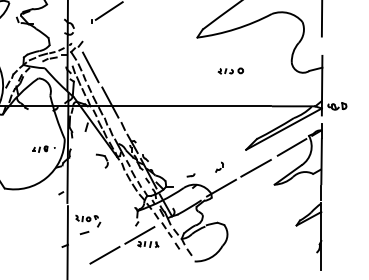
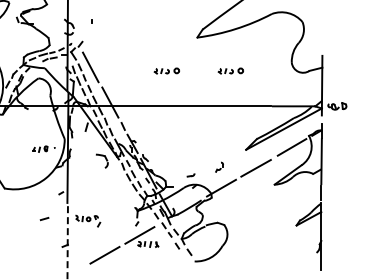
line at (108, 10): present -> none
line at (321, 19): present -> none
part at (166, 70): none -> present
line at (84, 233) position: (84, 233) -> (44, 219)
line at (67, 242): solid -> dashed
